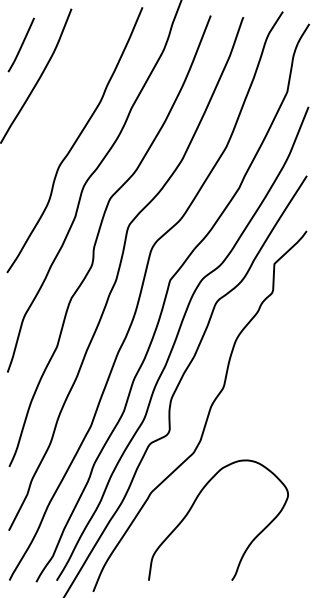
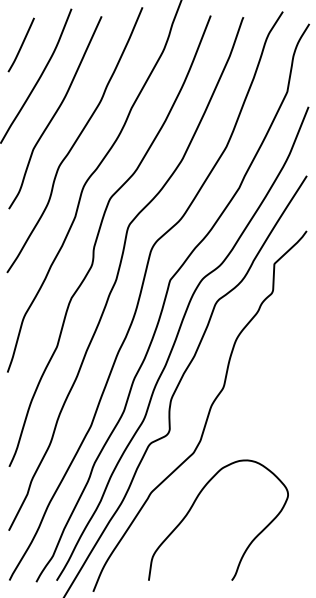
curve at (55, 112): none -> present
